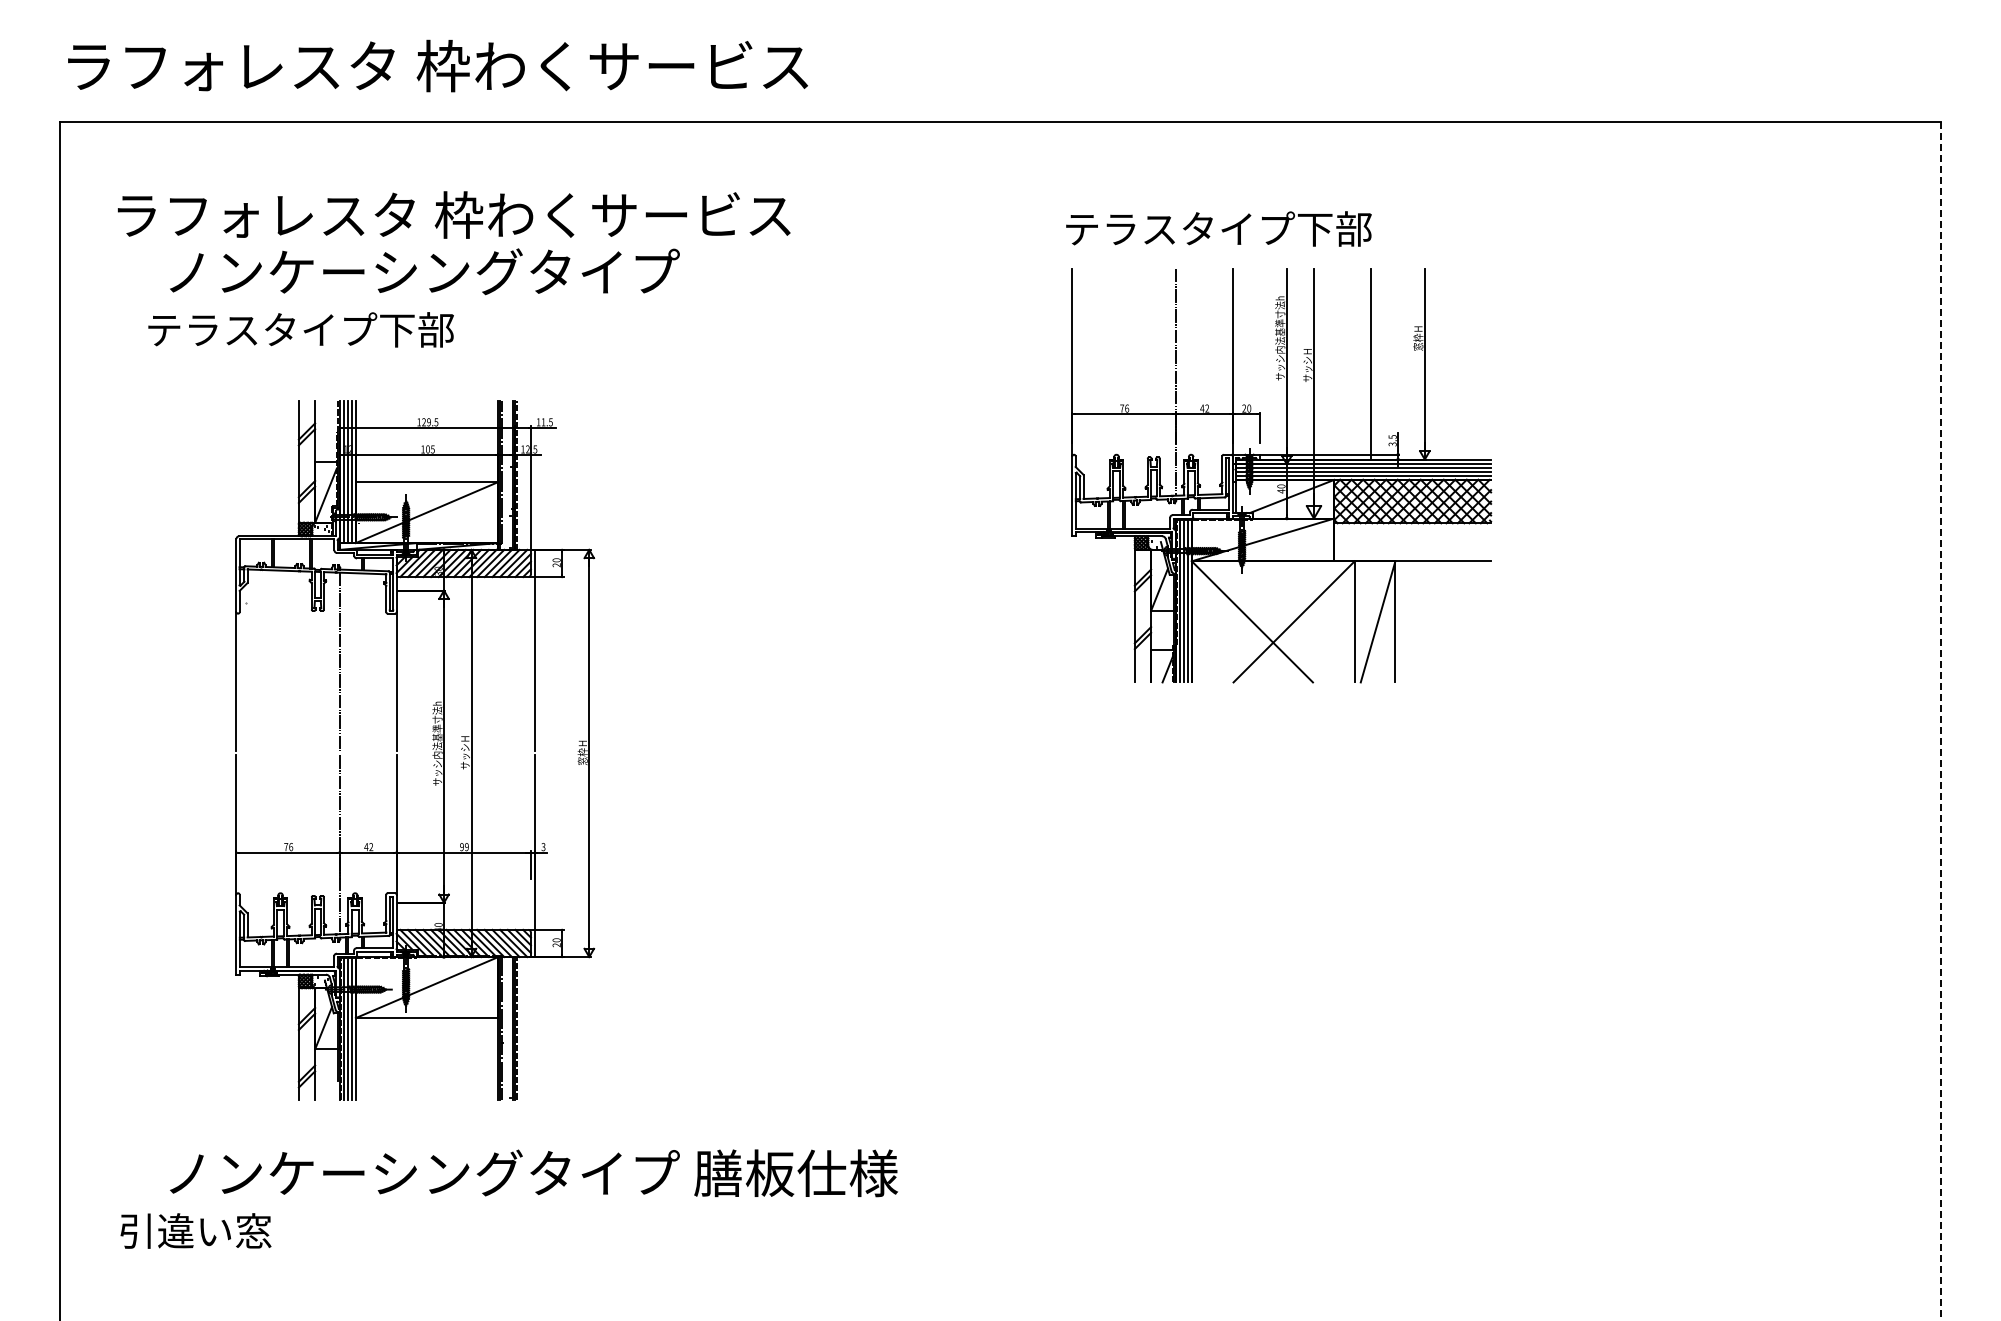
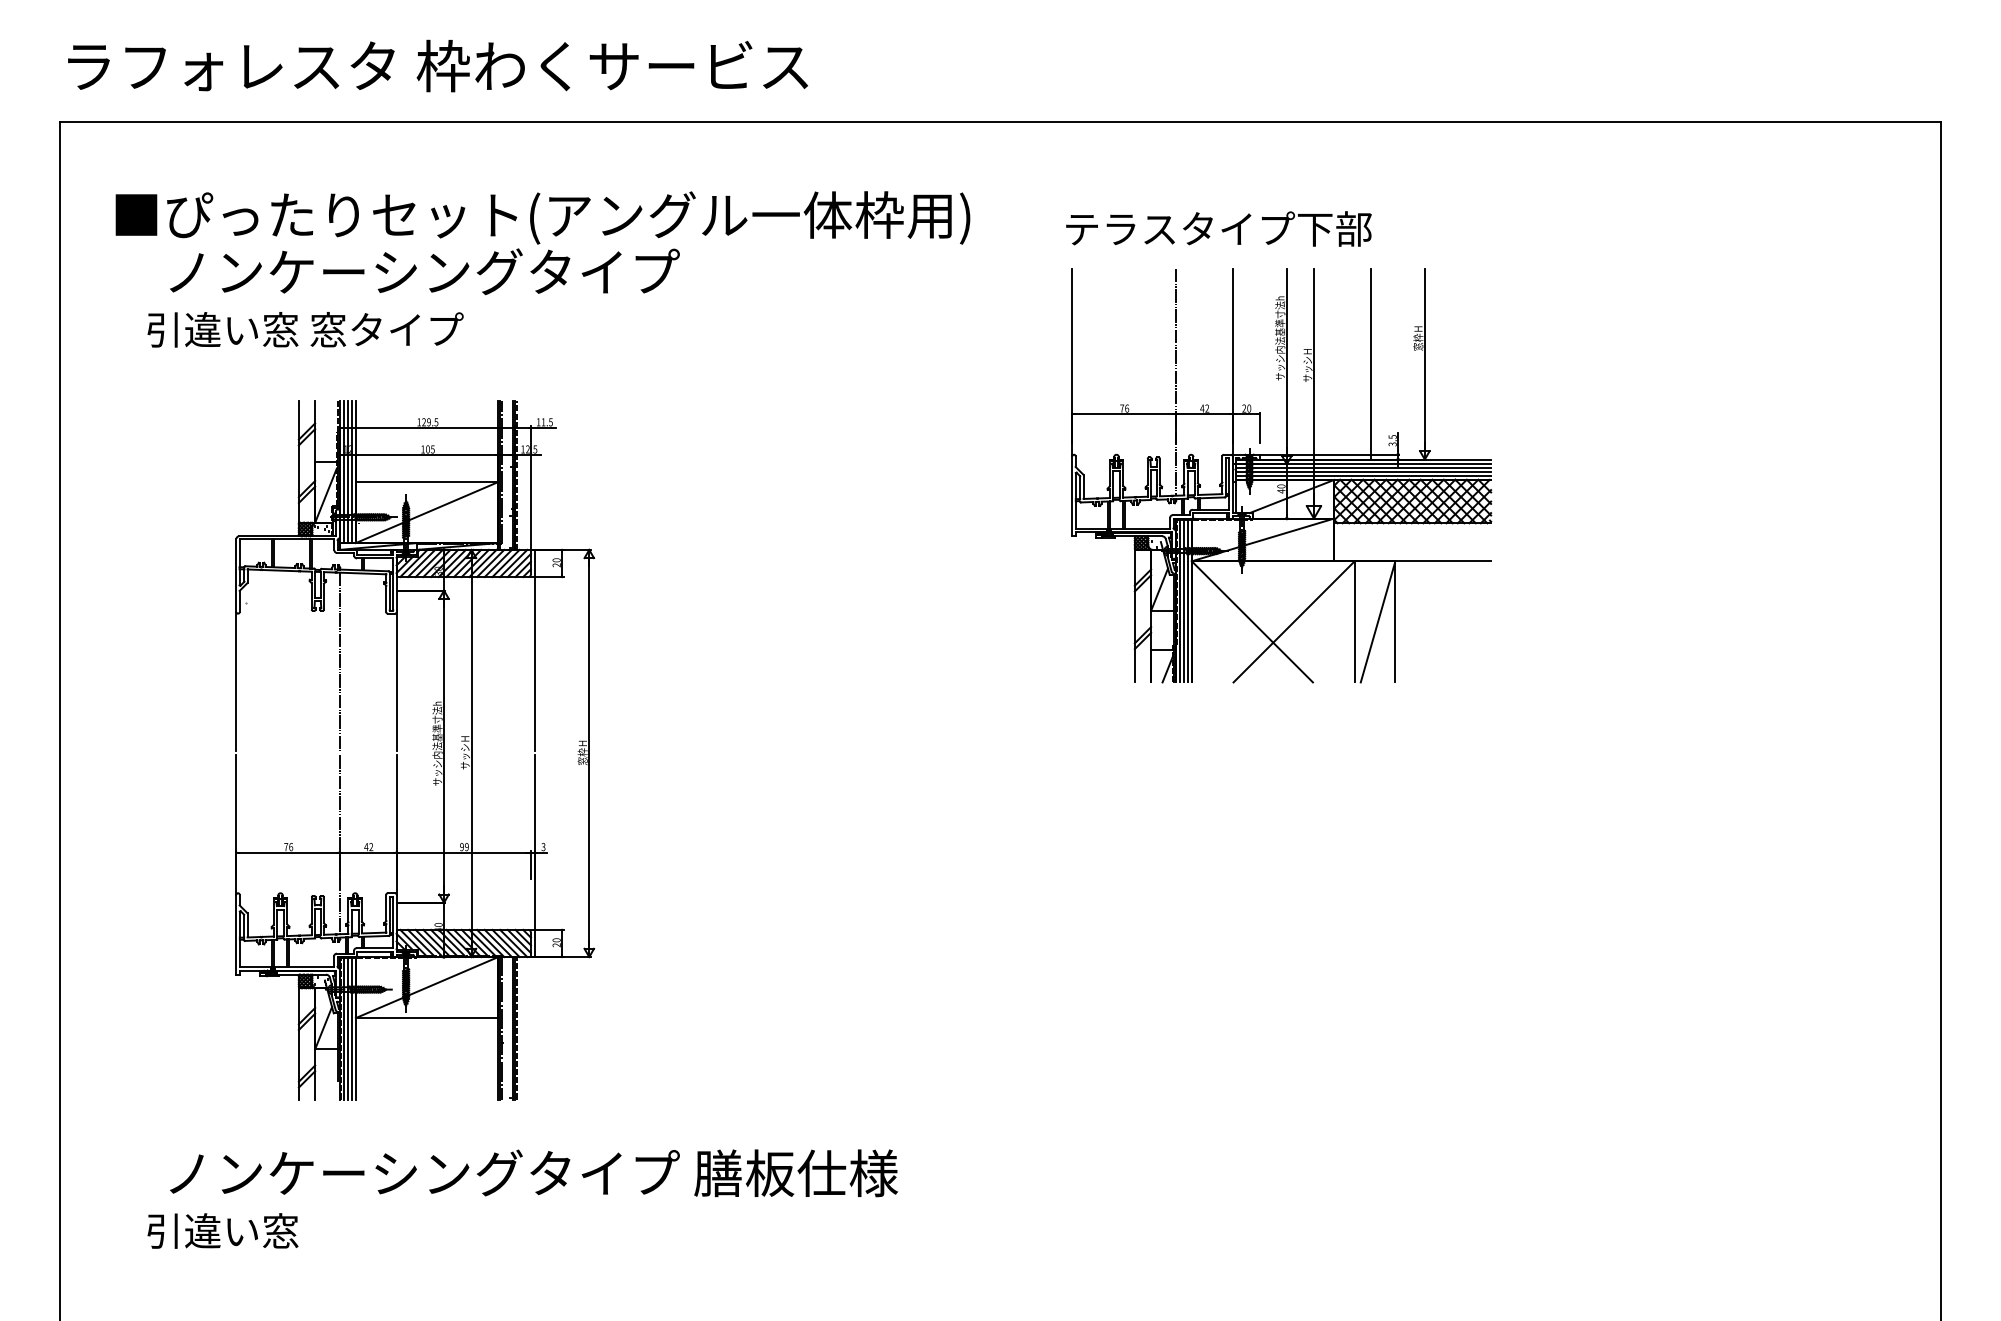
text at (542, 217): ラフォレスタ 枠わくサービス -> ■ぴったりセット(アングル一体枠用)
text at (305, 329): テラスタイプ下部 -> 引違い窓 窓タイプ
line at (1940, 721): dashed -> solid
text at (195, 1230) position: (195, 1230) -> (222, 1230)
